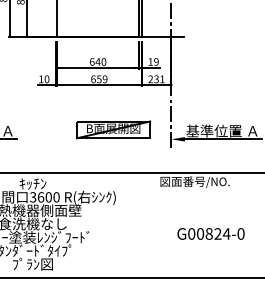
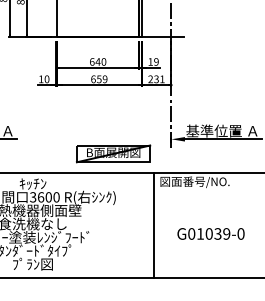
part at (113, 129) position: (113, 129) -> (113, 153)
line at (154, 225): none -> present
text at (213, 233): G00824-0 -> G01039-0
